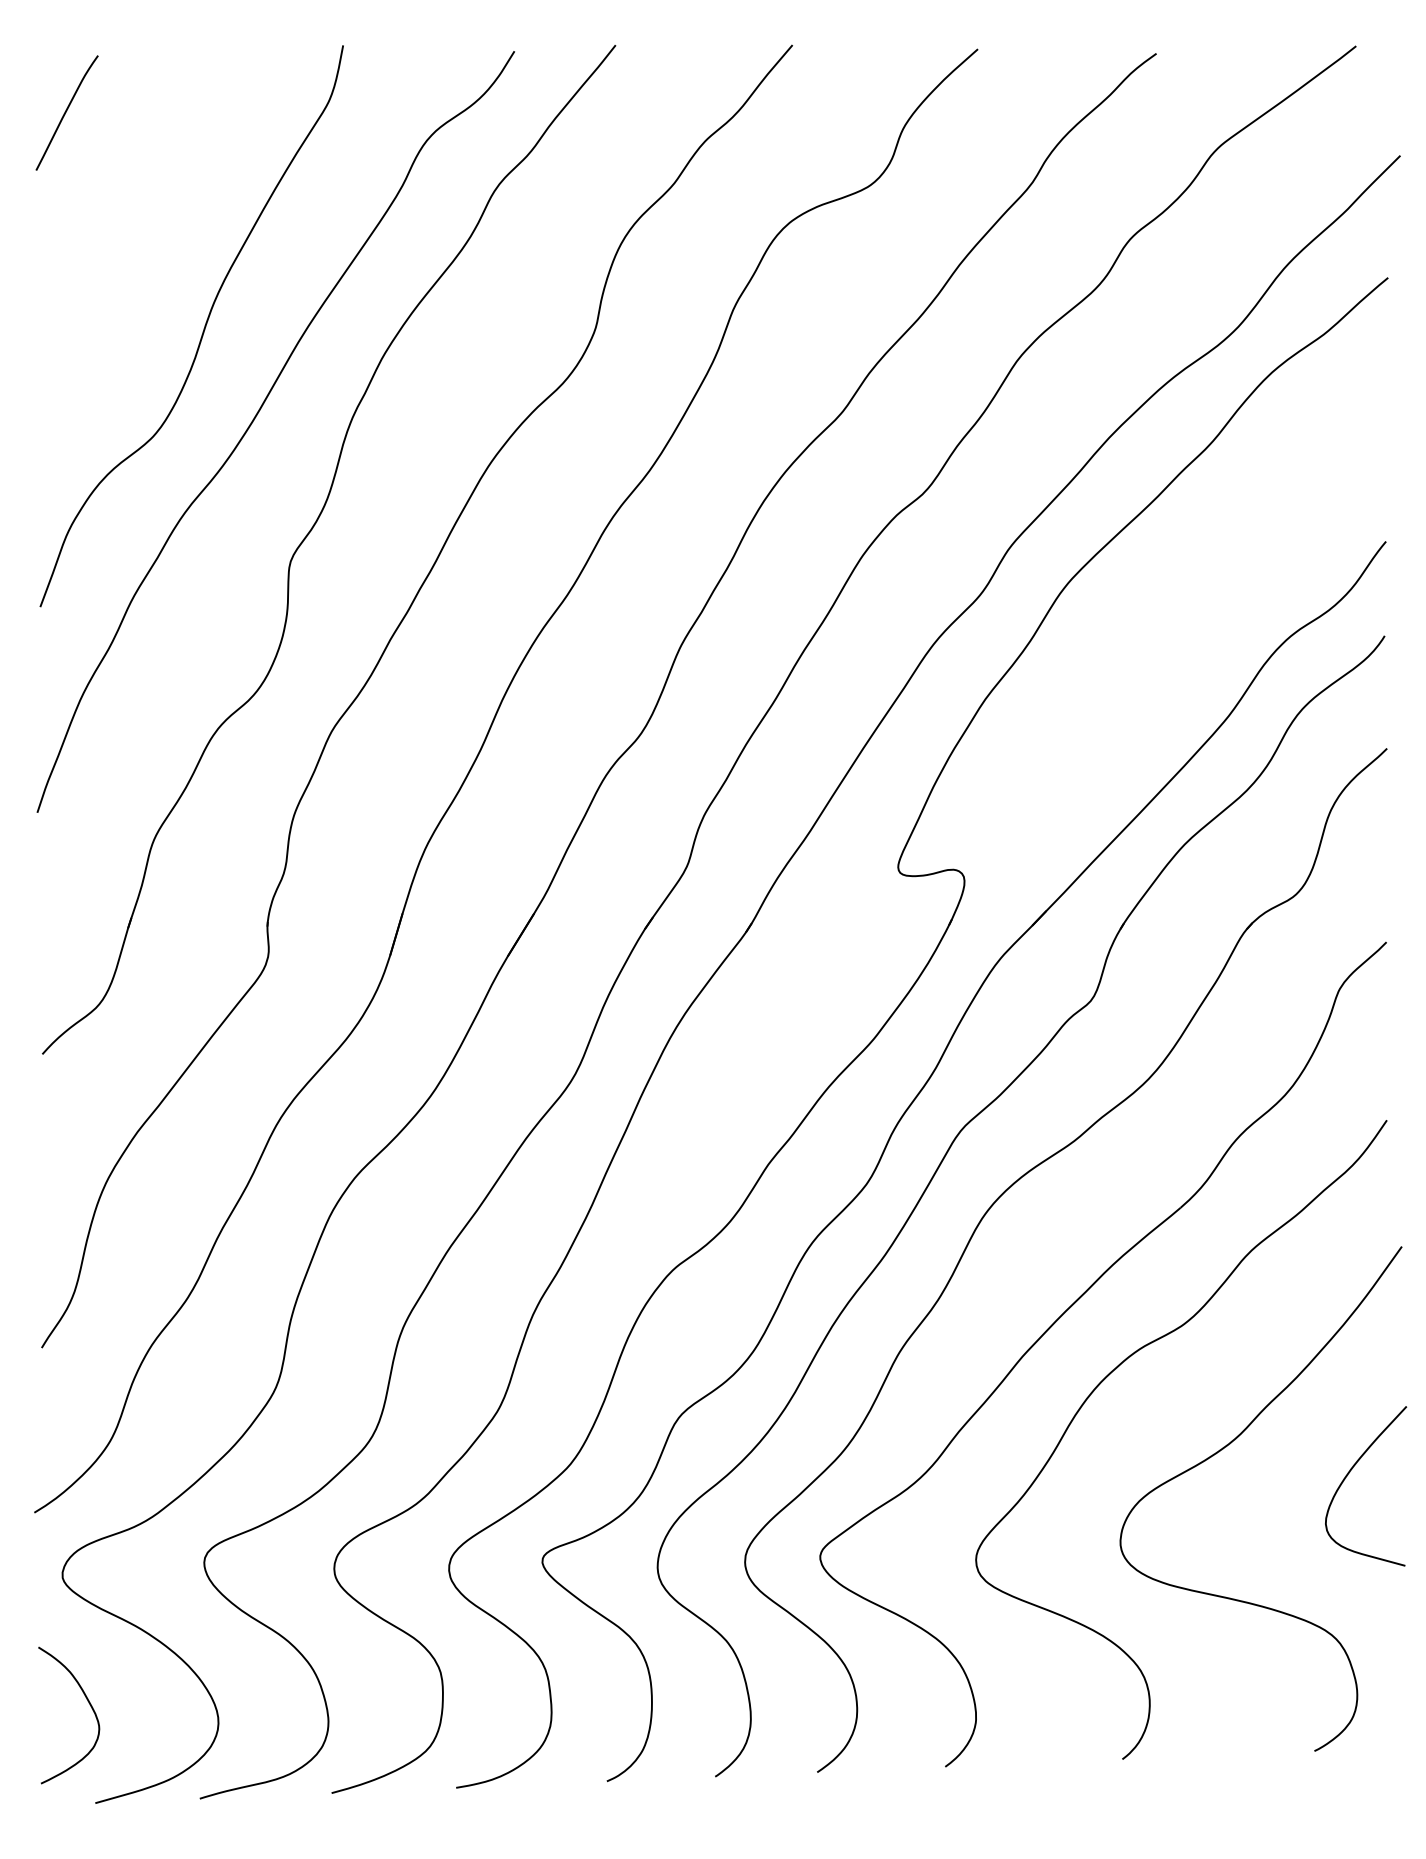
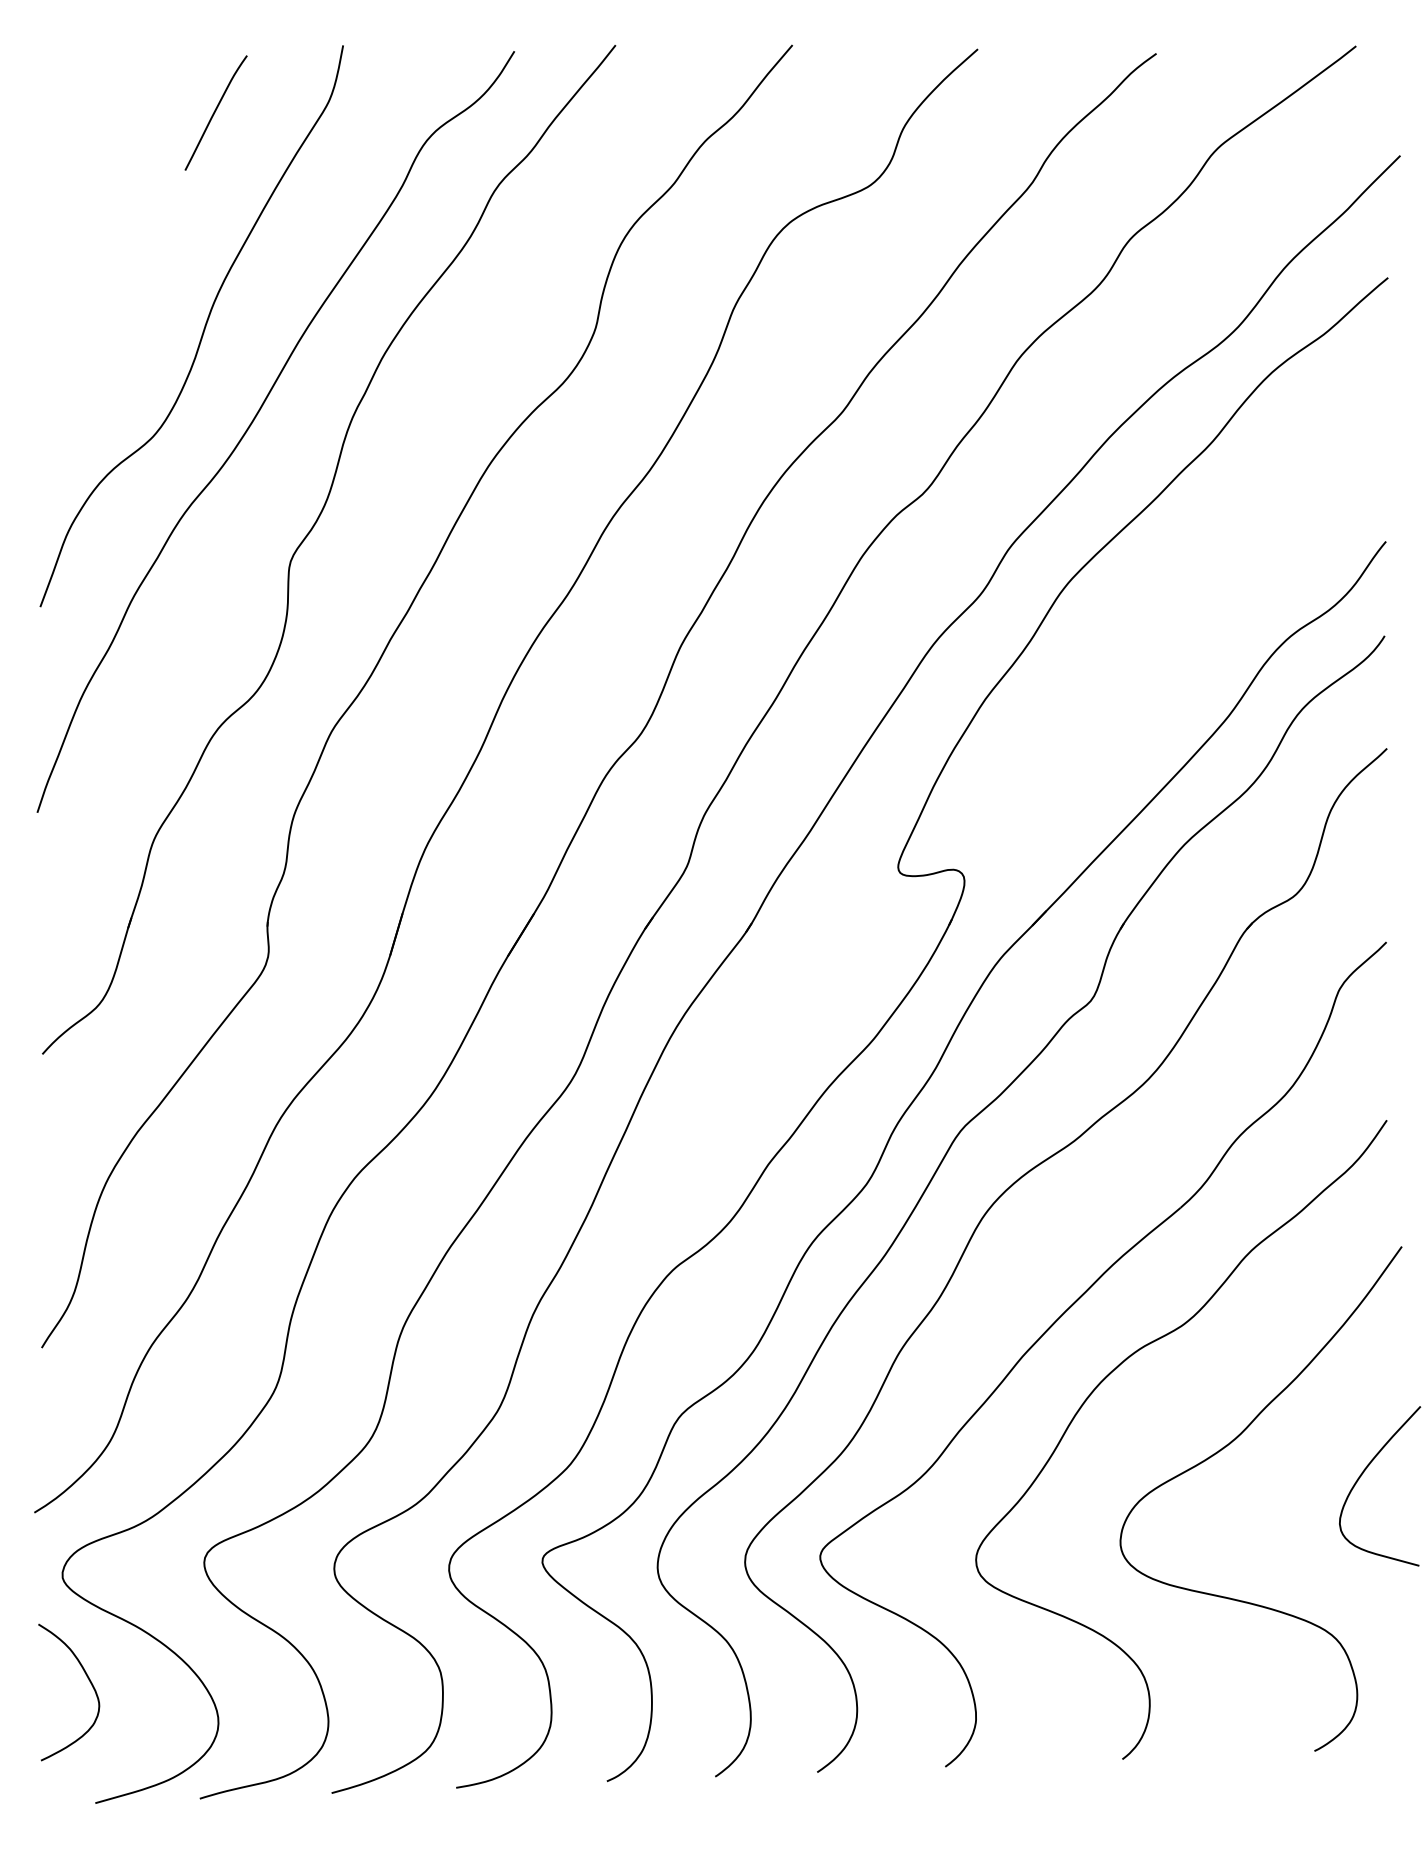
curve at (66, 112) position: (66, 112) -> (215, 112)
curve at (1350, 1472) position: (1350, 1472) -> (1364, 1472)
curve at (88, 1703) position: (88, 1703) -> (88, 1680)
